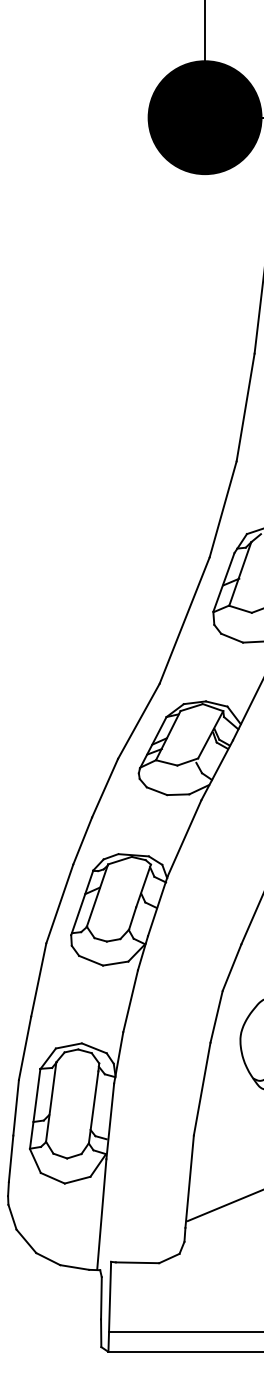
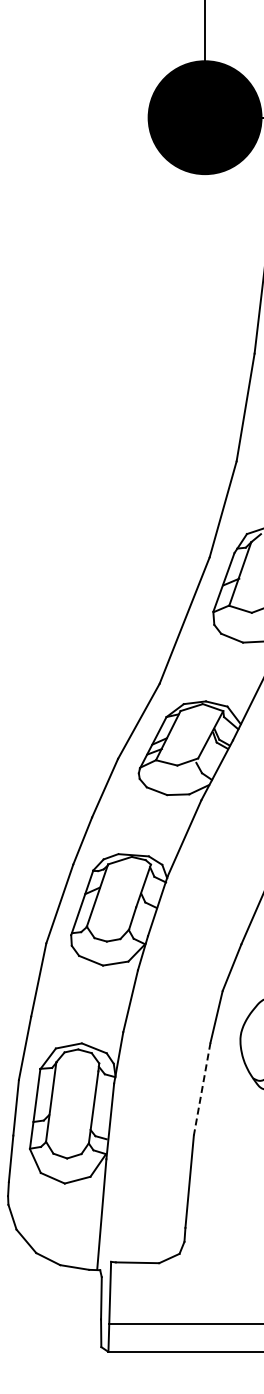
line at (202, 1089): solid -> dashed
line at (223, 1205): present -> none
line at (184, 1332) position: (184, 1332) -> (184, 1324)
